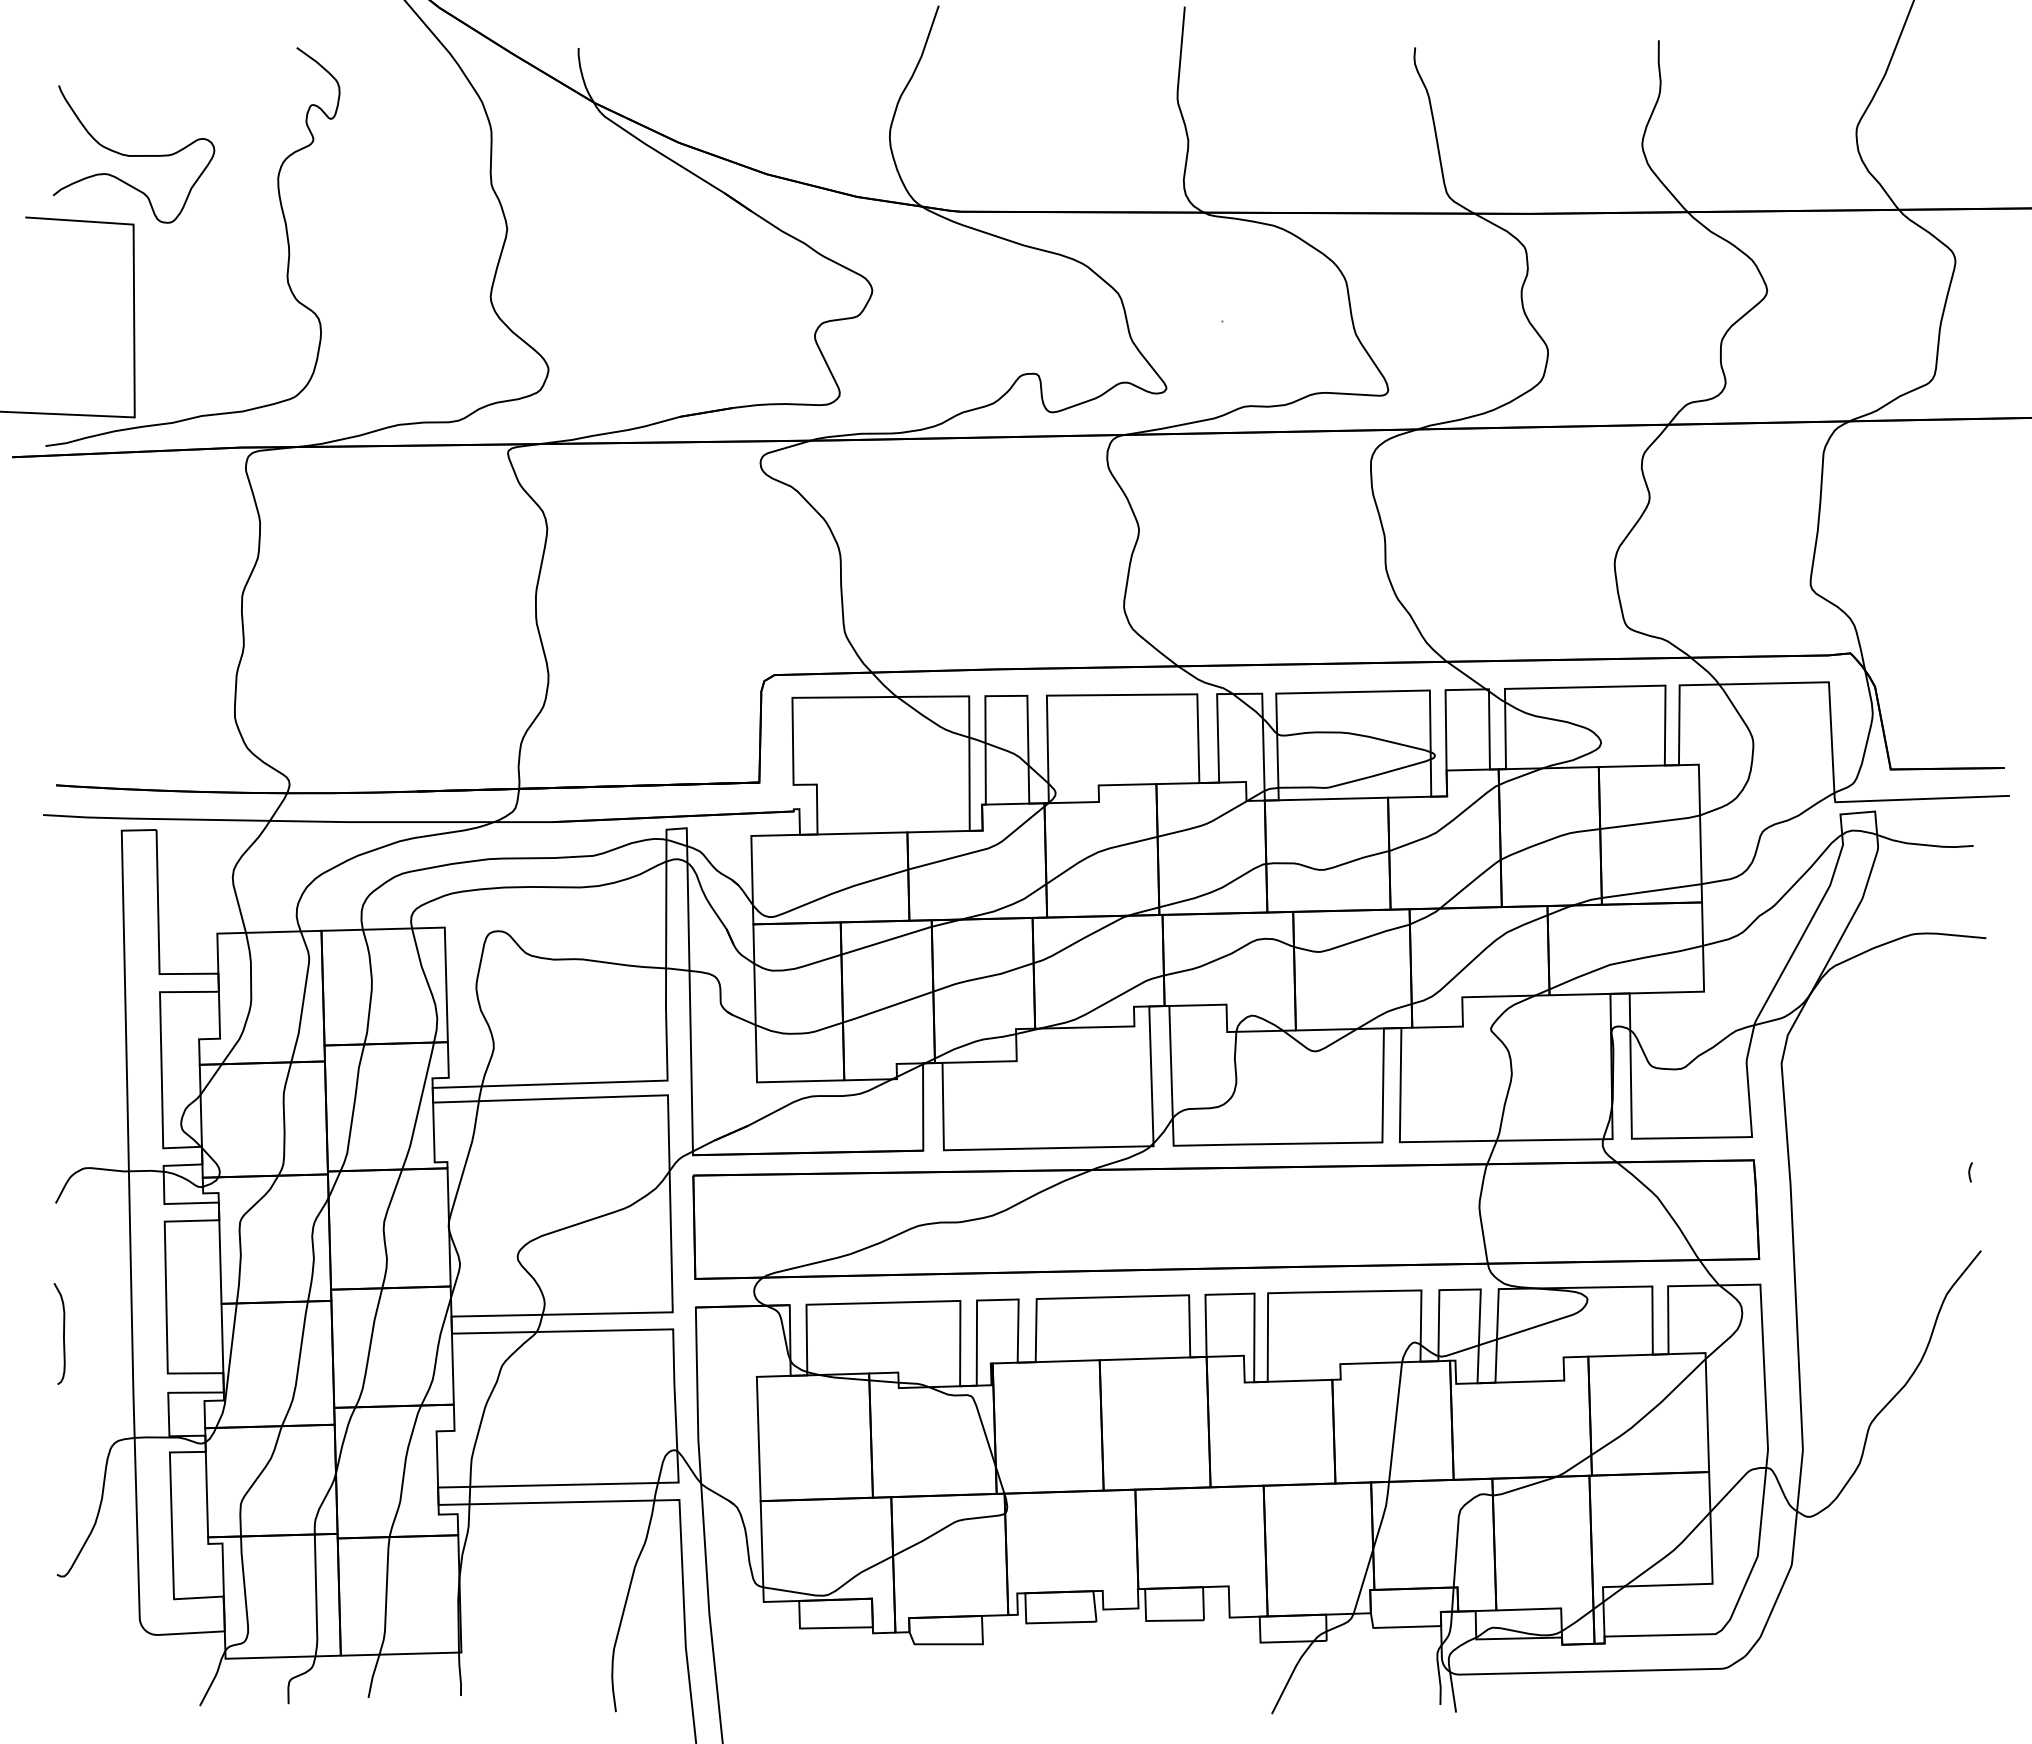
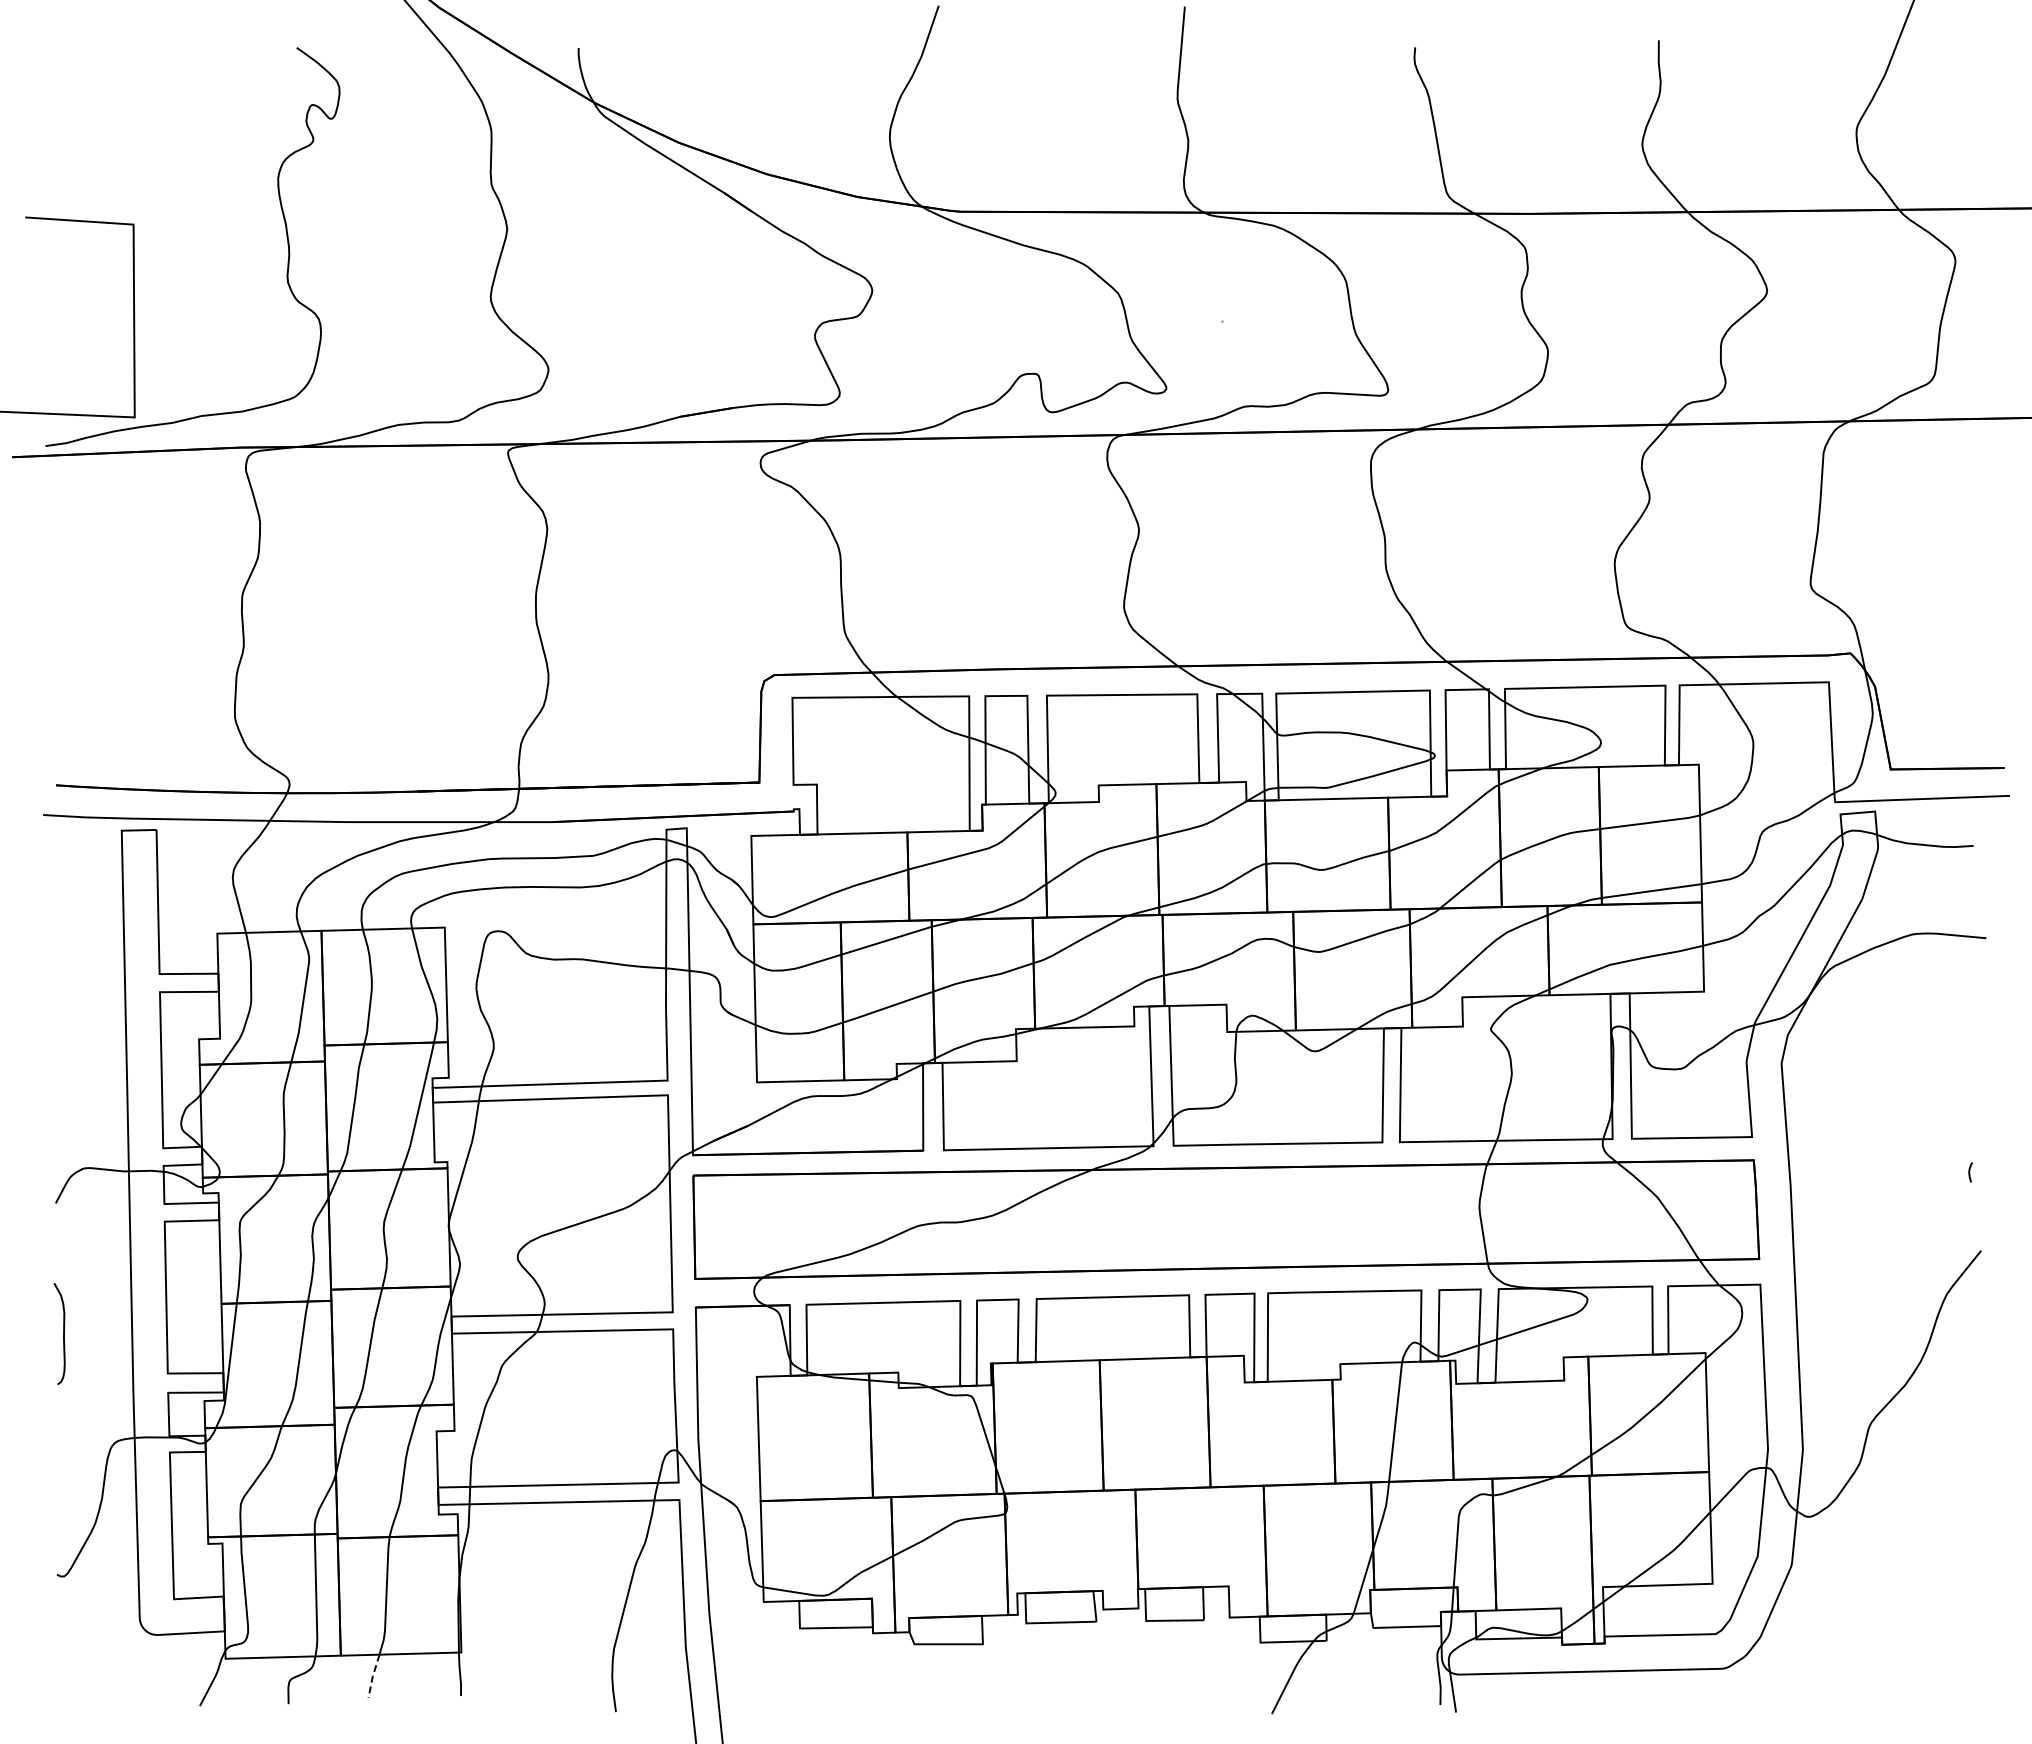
curve at (134, 155): present -> none
line at (372, 1676): solid -> dashed
